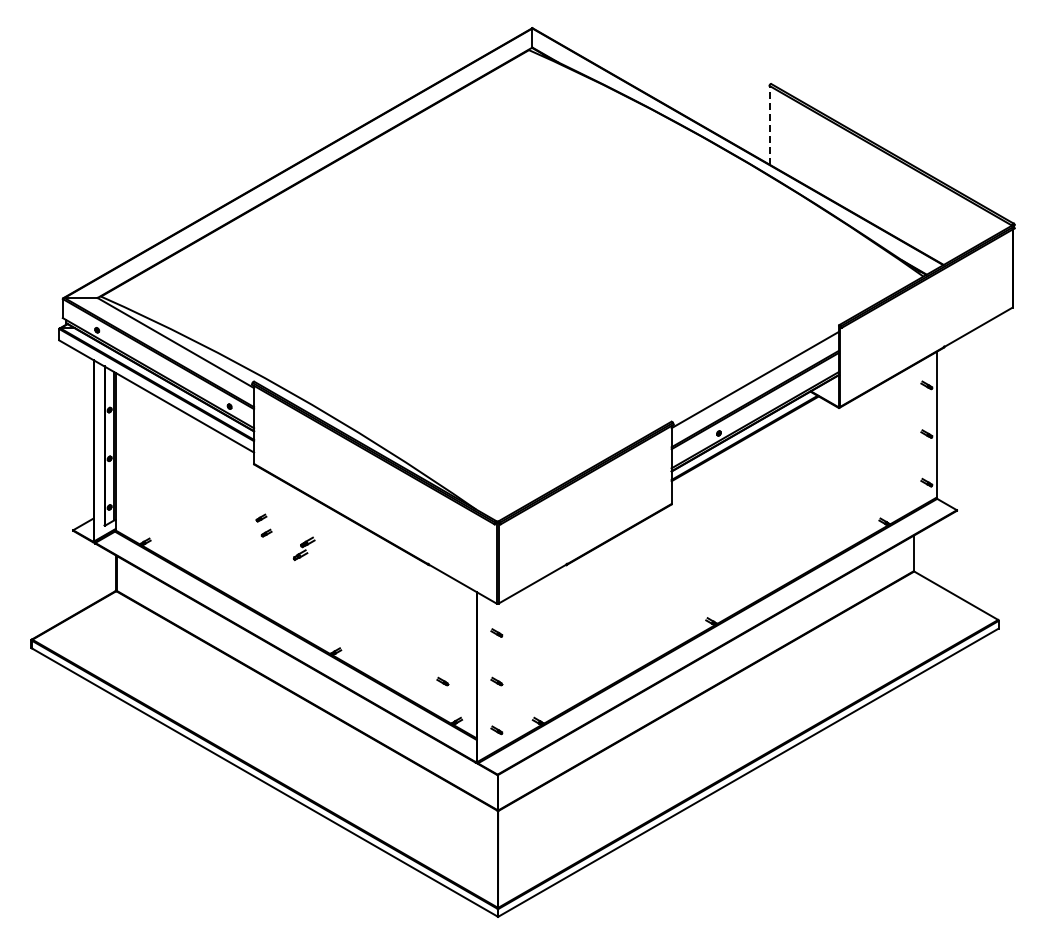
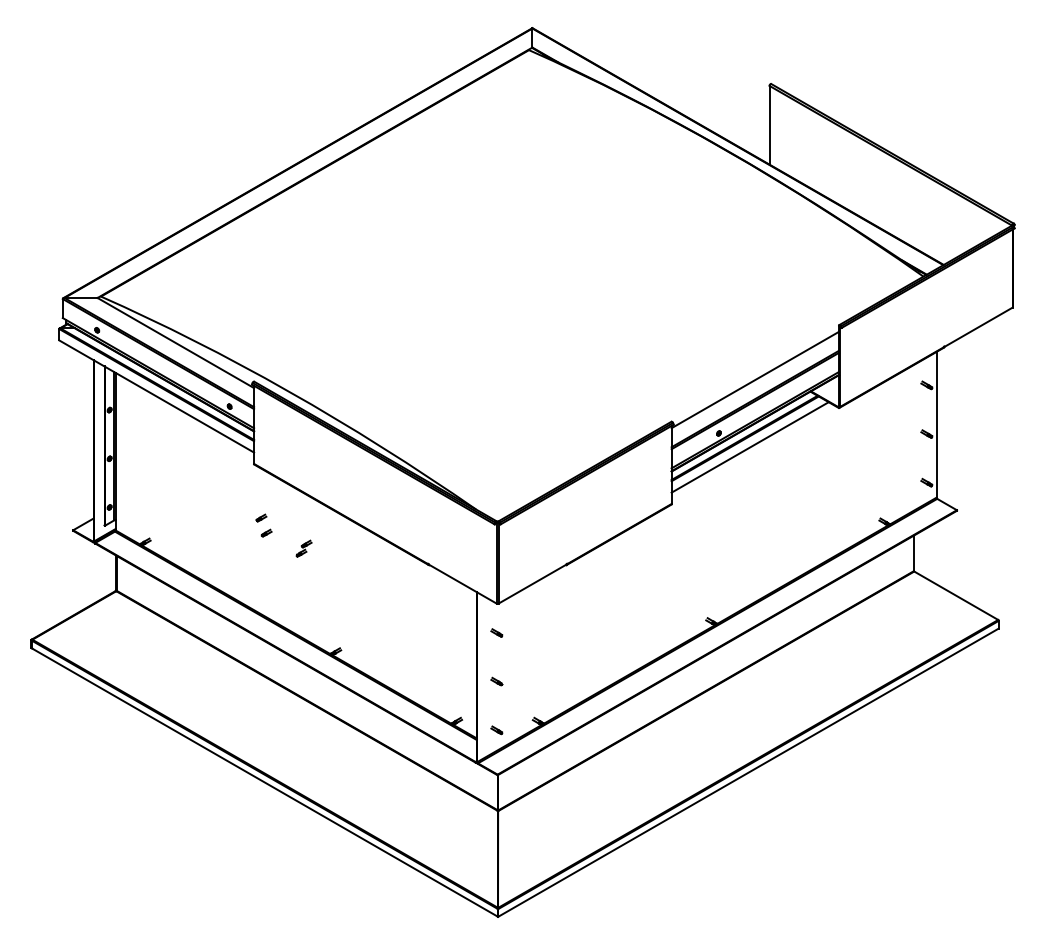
line at (769, 124): dashed -> solid
line at (749, 447): none -> present
part at (303, 548) size: 24x26 px -> 18x19 px
part at (442, 681): present -> none
